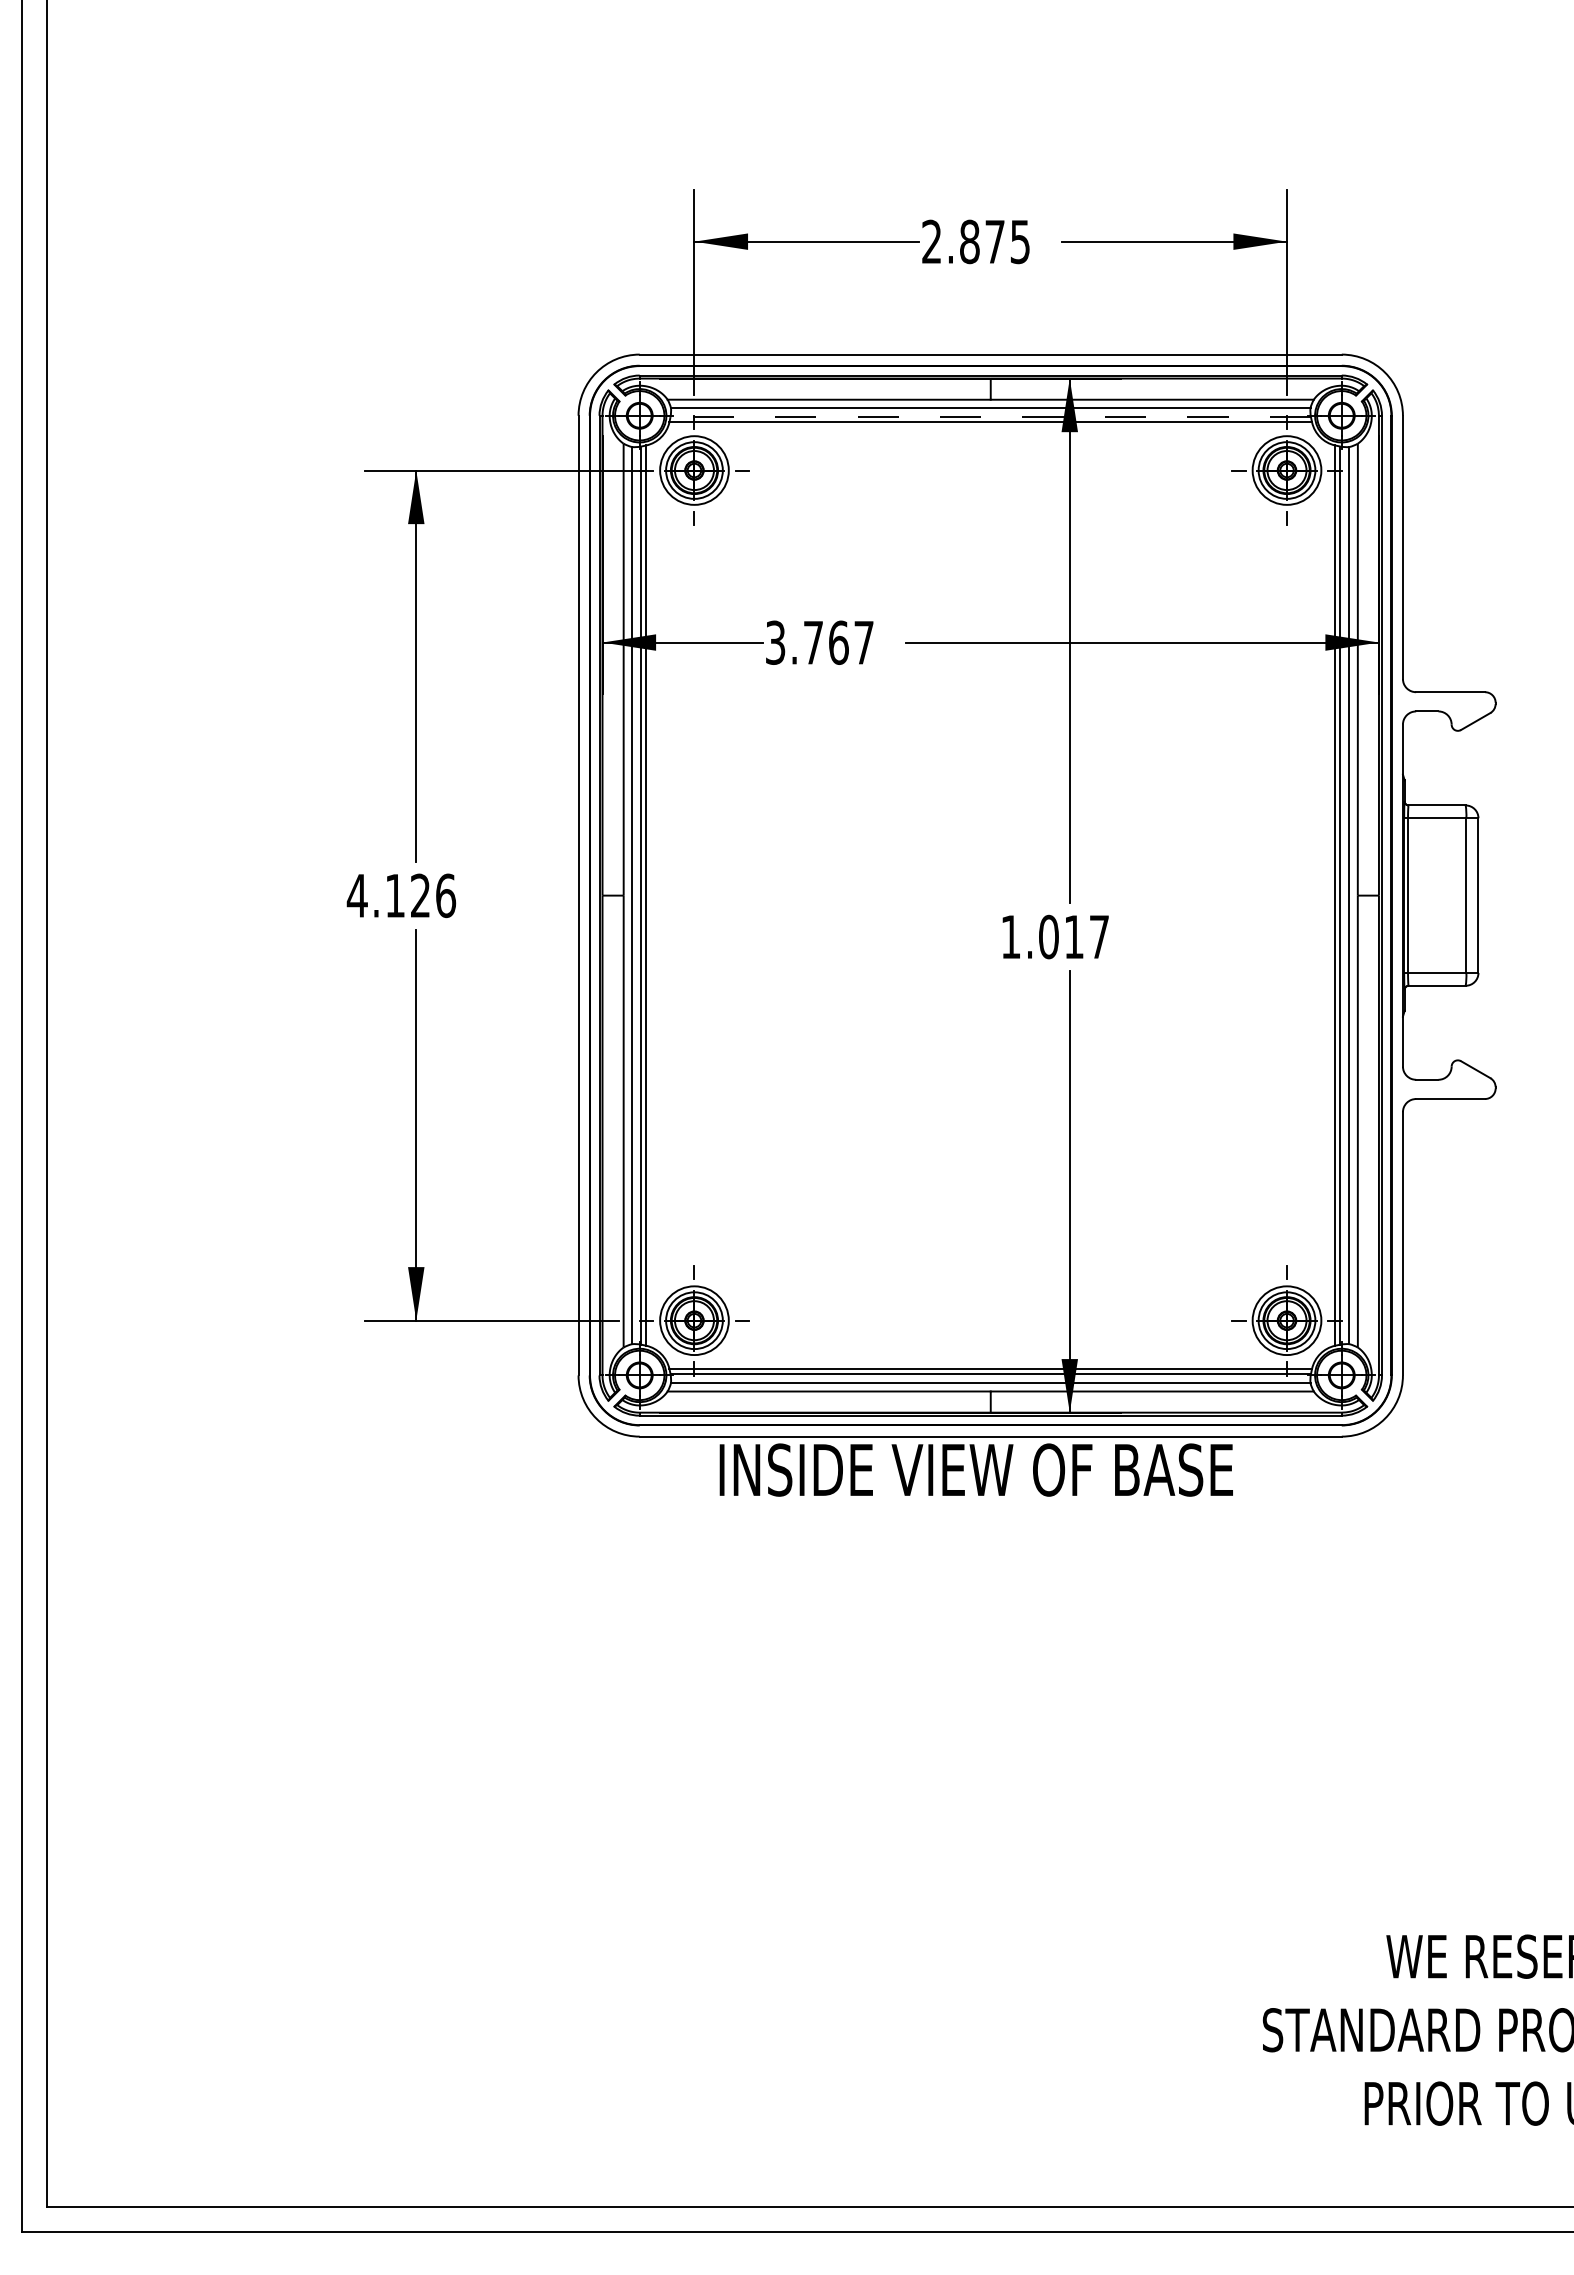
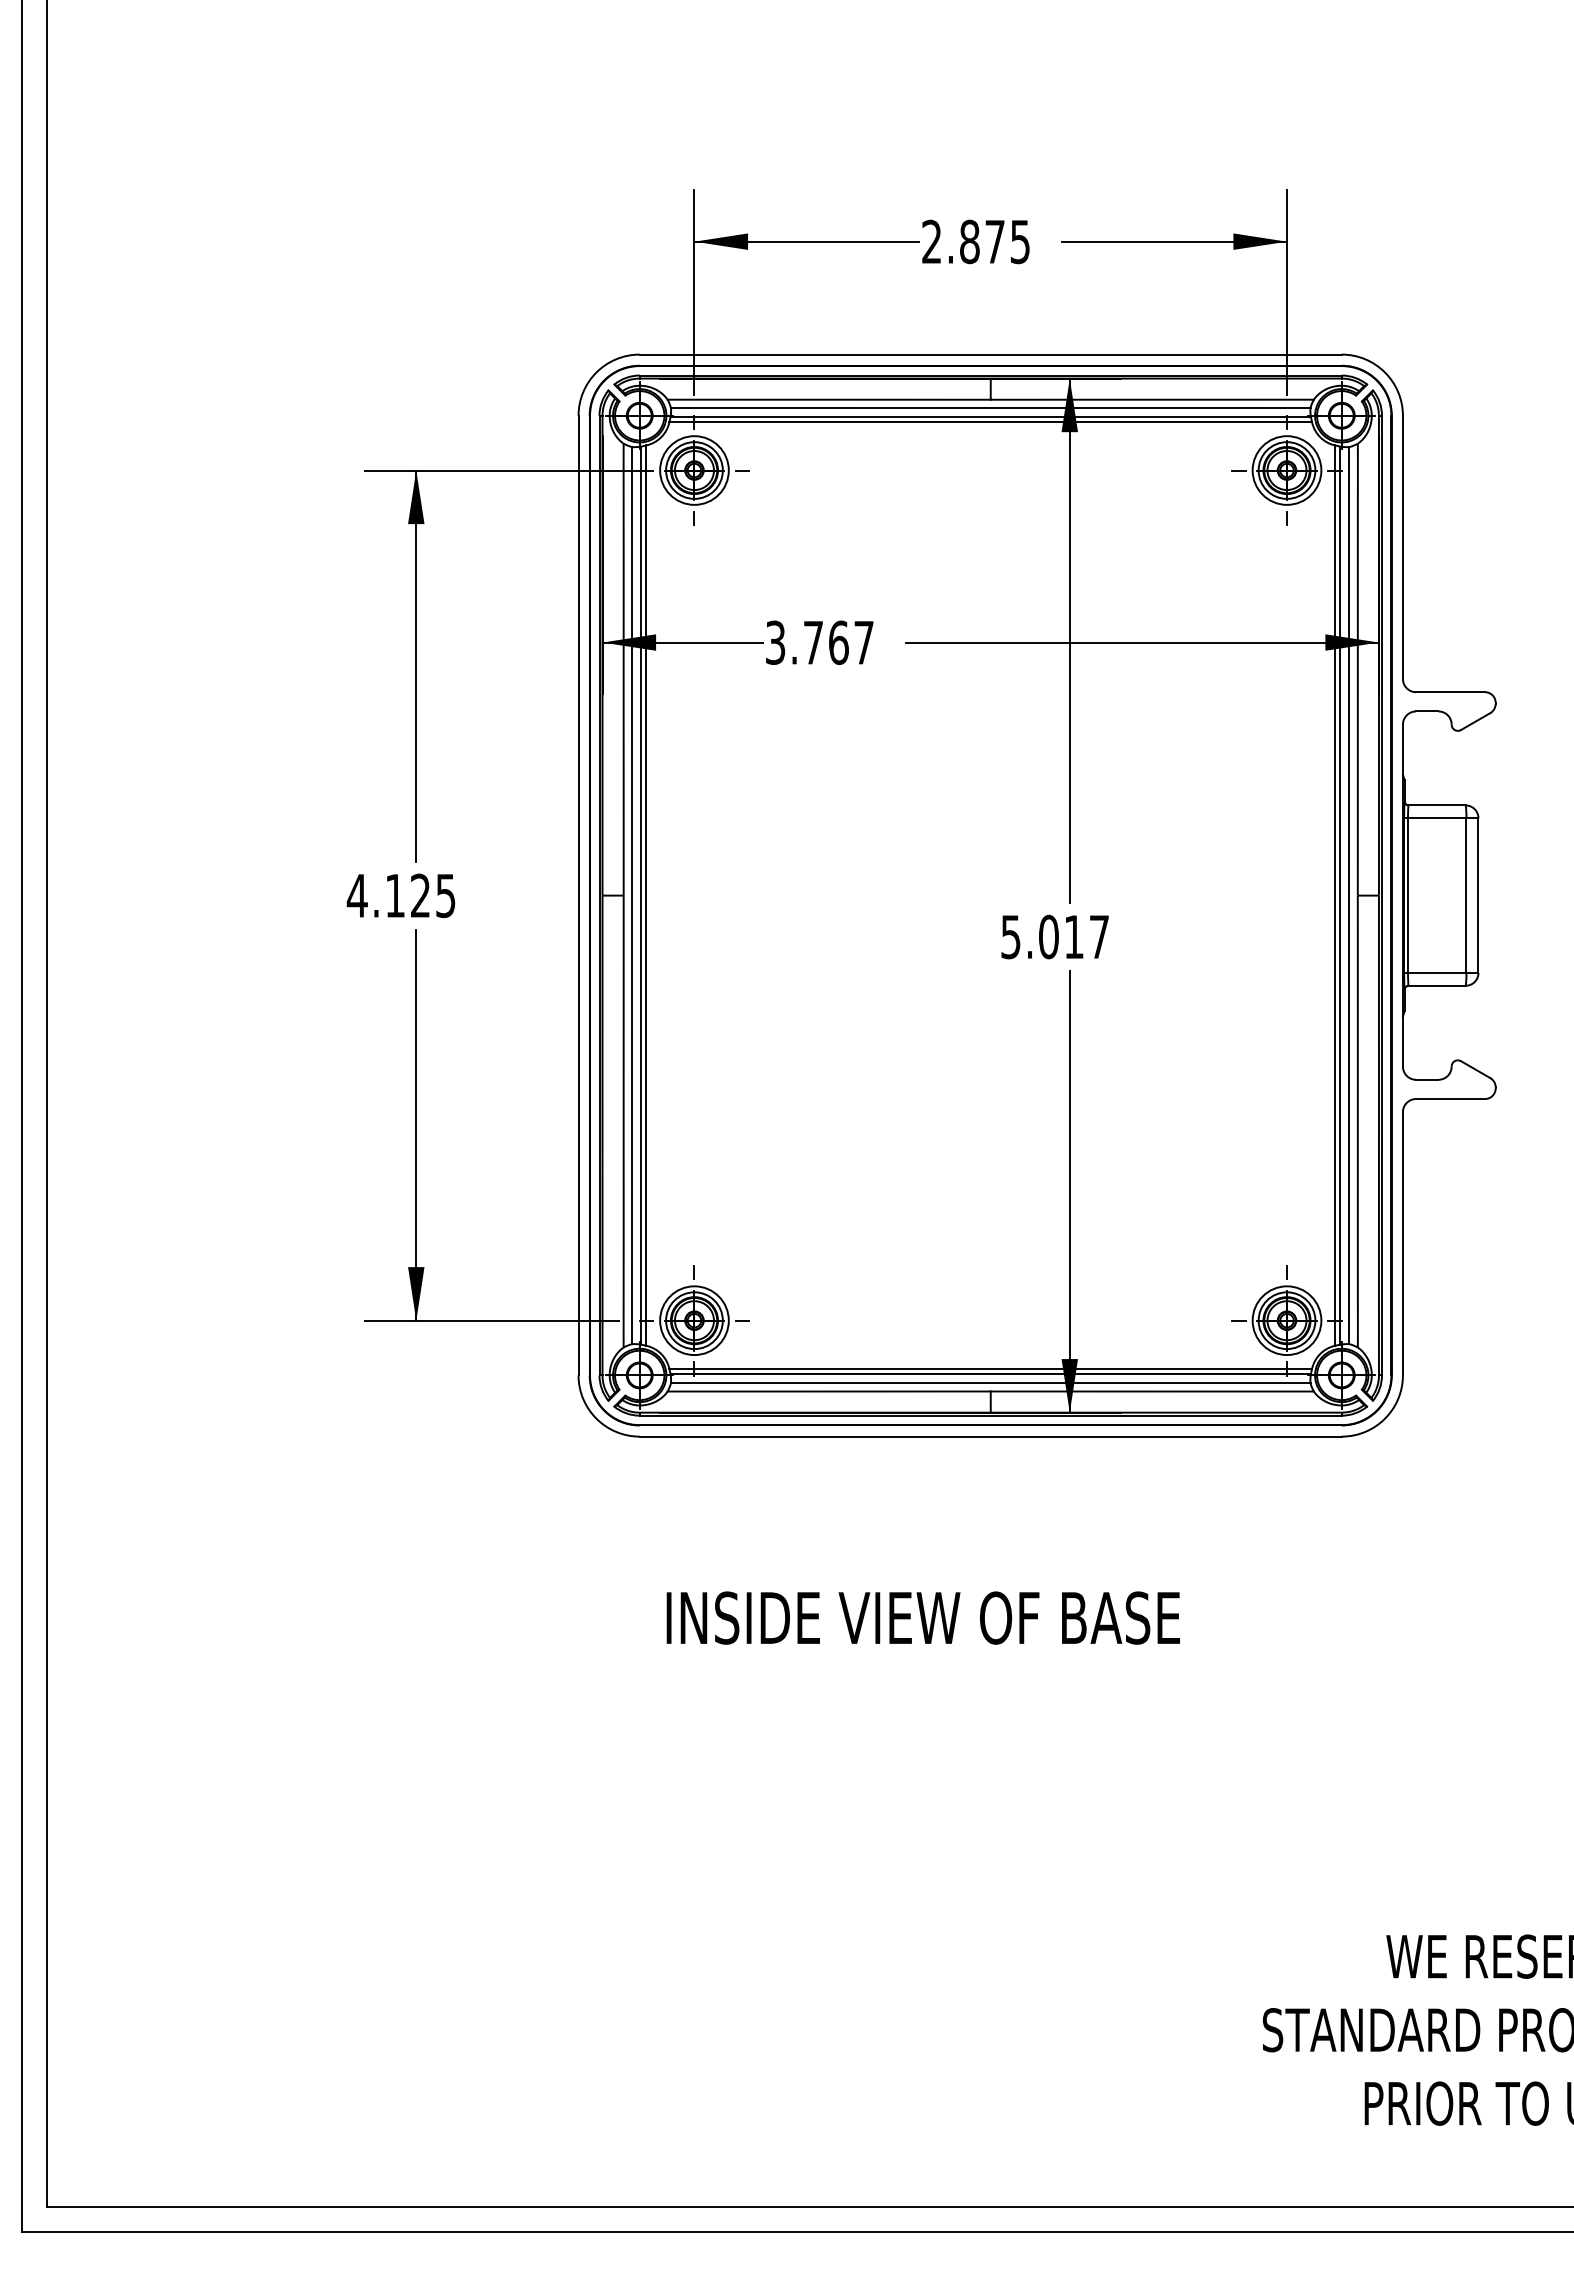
line at (990, 417): dashed -> solid
text at (446, 895): 4.126 -> 4.125
text at (1010, 937): 1.017 -> 5.017
text at (975, 1469) position: (975, 1469) -> (922, 1617)
